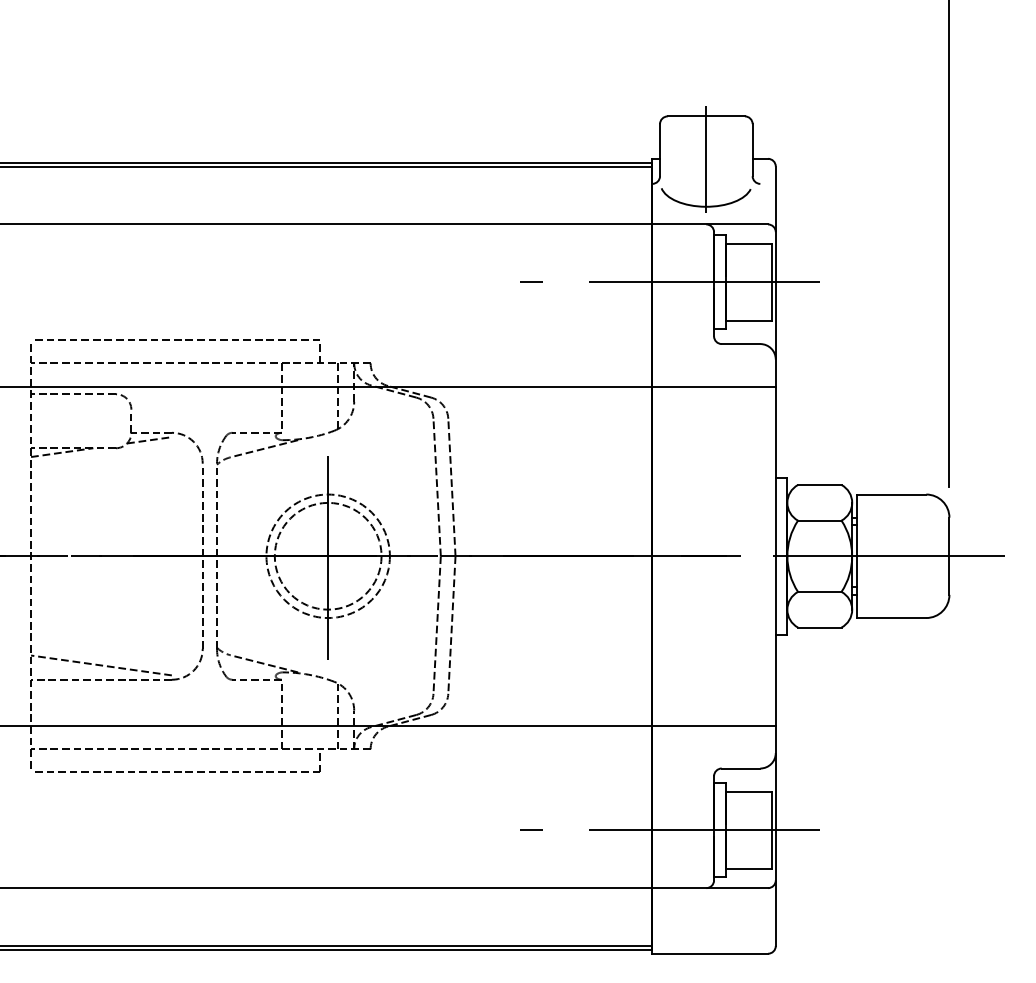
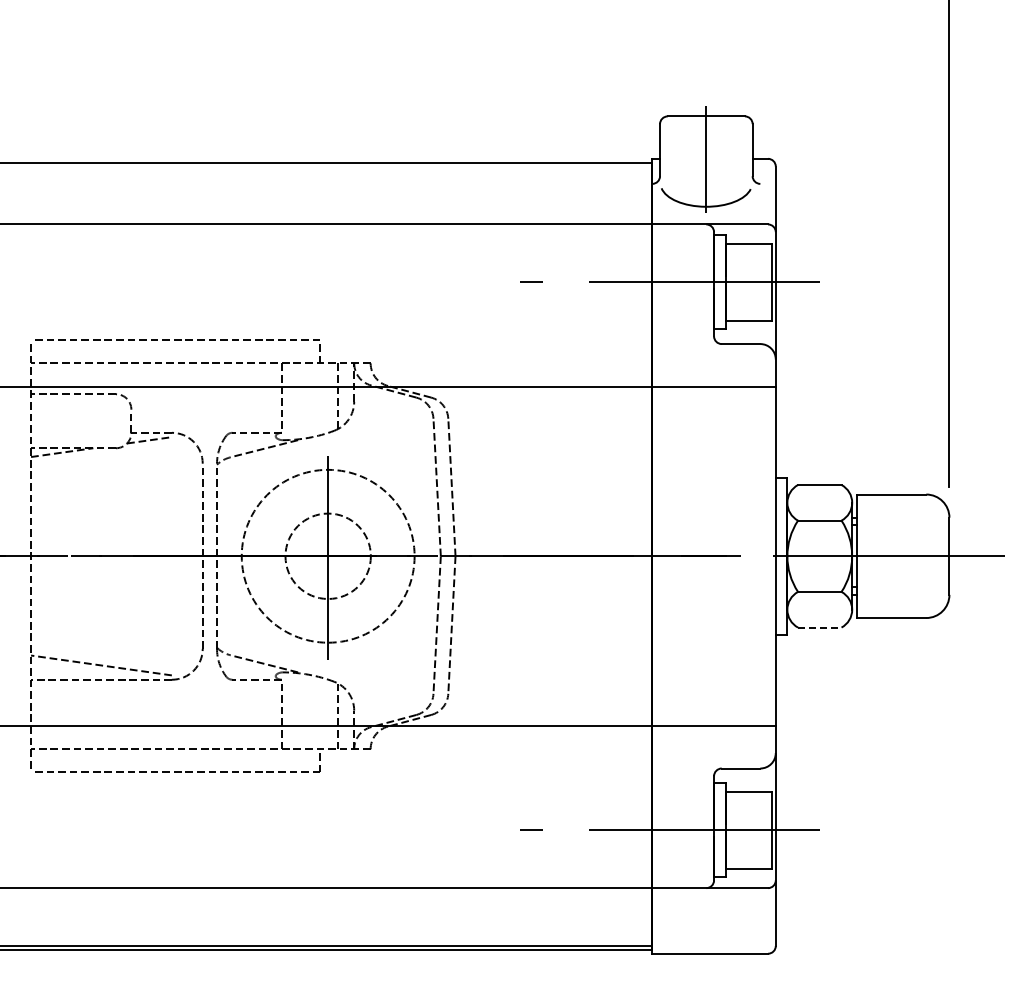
line at (327, 166): present -> none
circle at (327, 555) diameter: 107 px -> 85 px
circle at (327, 556) diameter: 123 px -> 173 px
line at (819, 627): solid -> dashed
